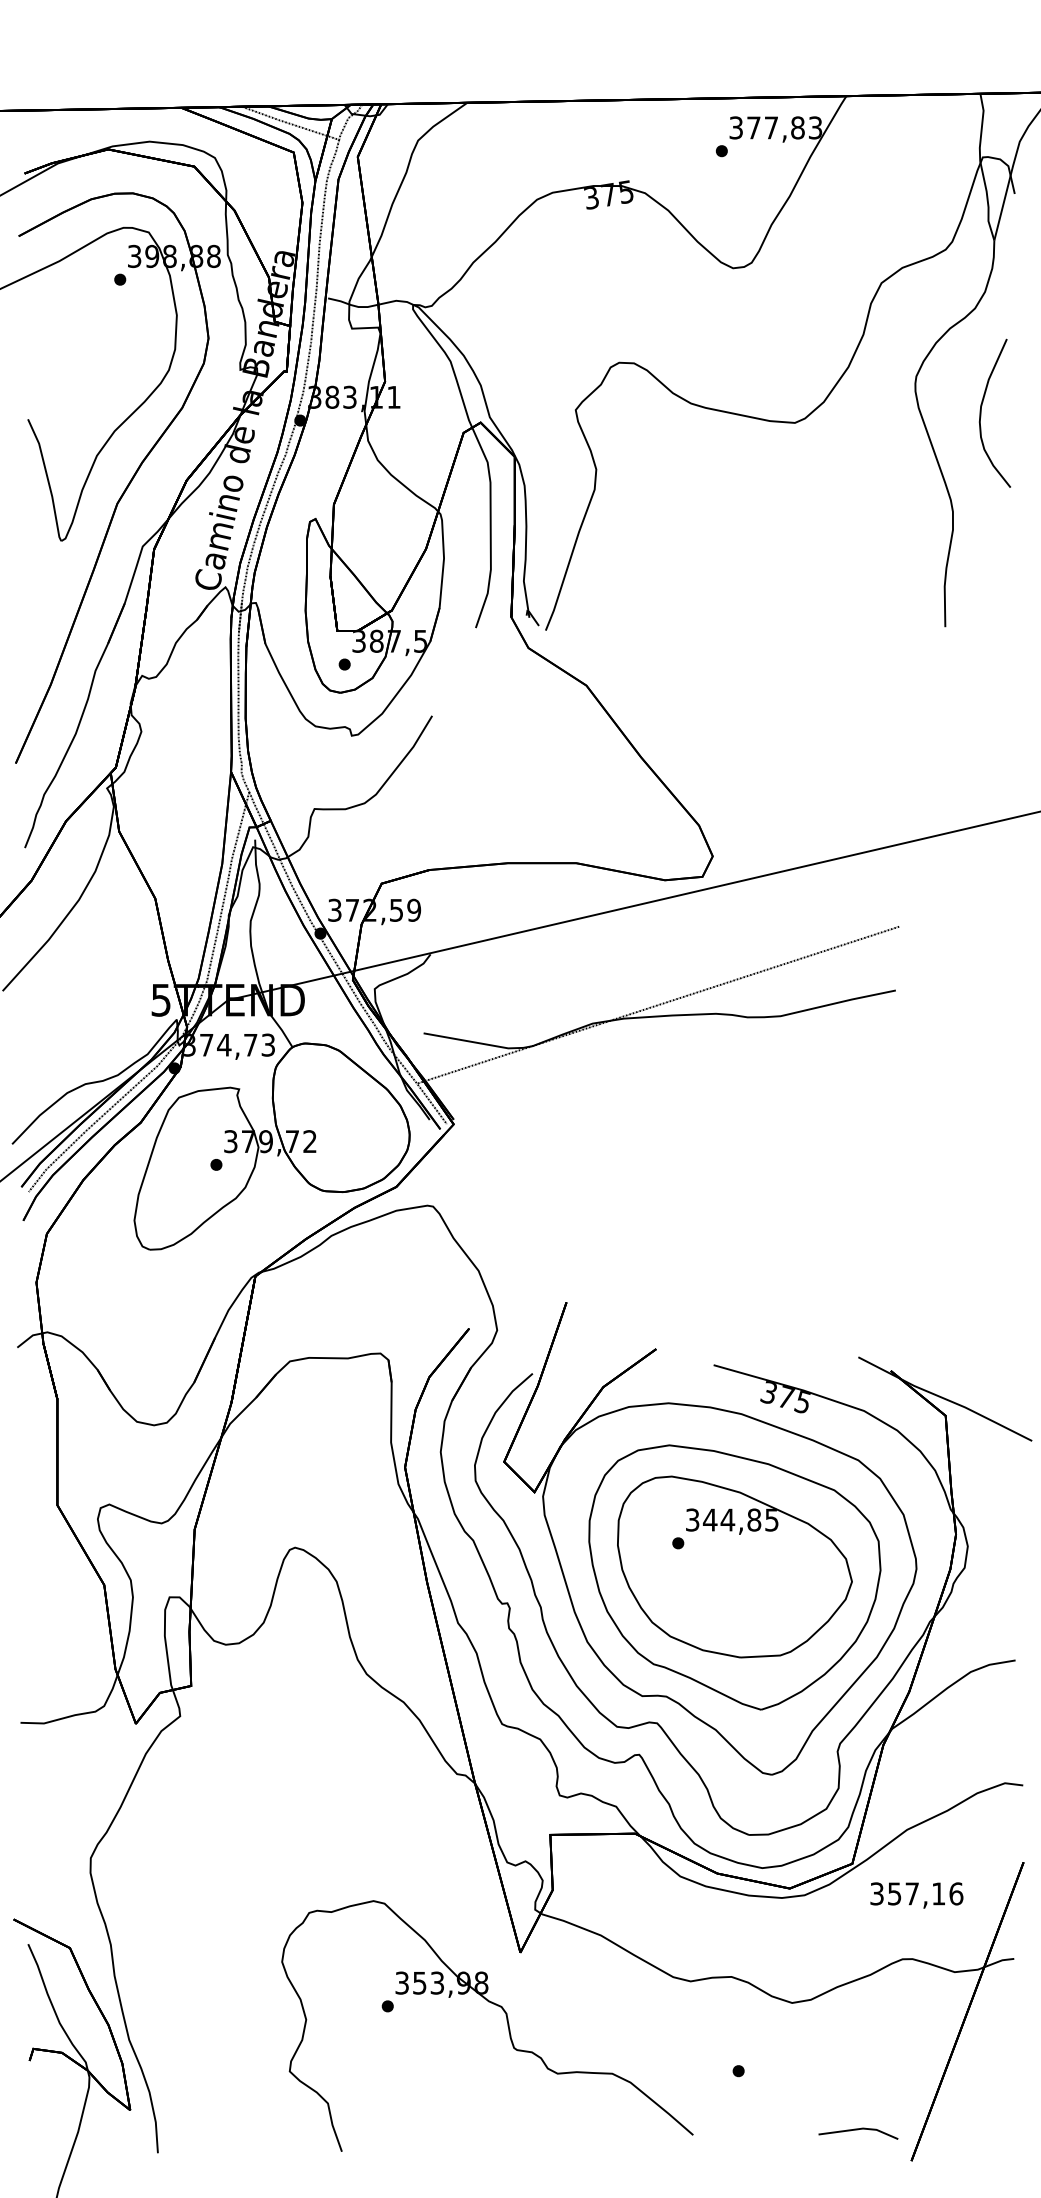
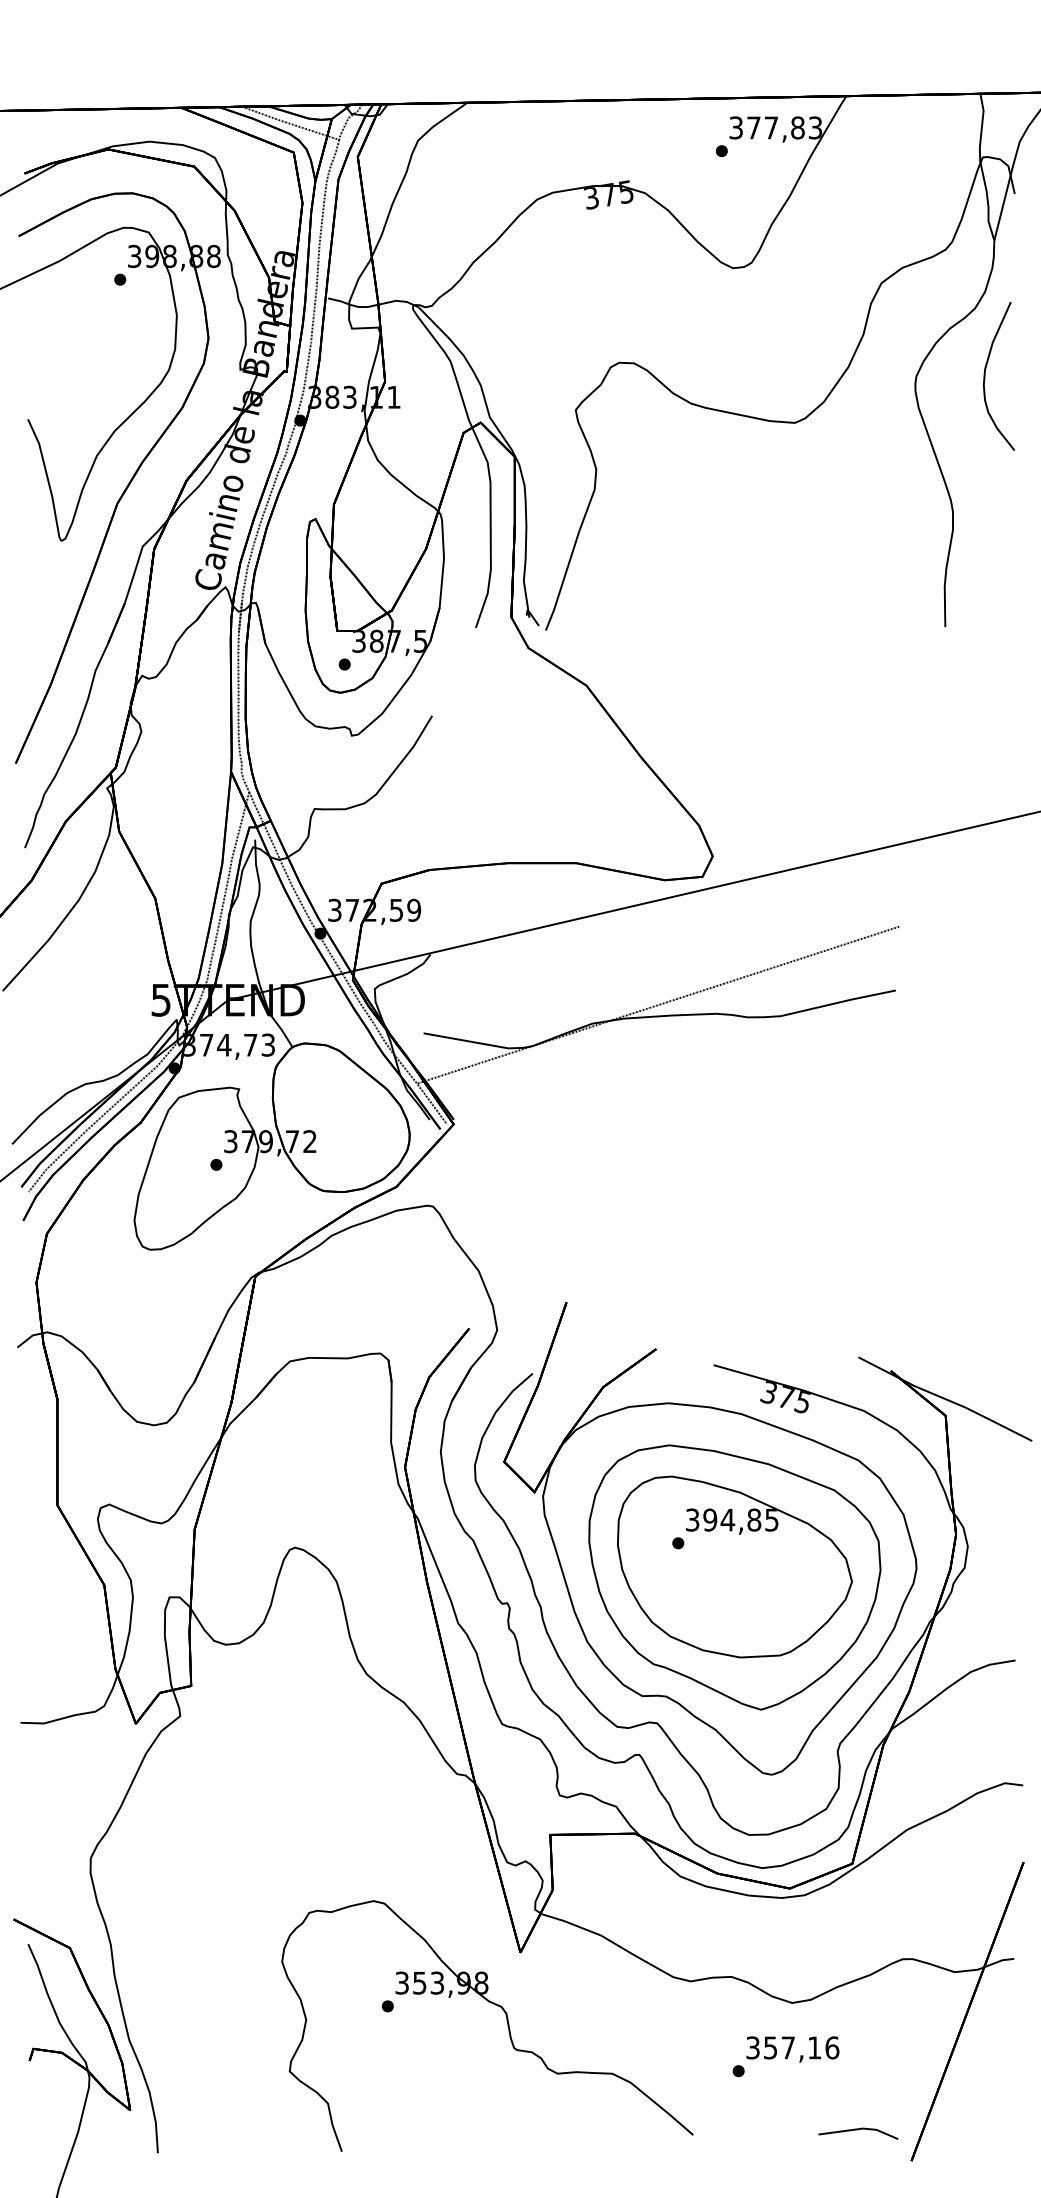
curve at (981, 412) position: (981, 412) -> (985, 375)
text at (709, 1519): 344,85 -> 394,85
text at (916, 1895) position: (916, 1895) -> (792, 2049)
